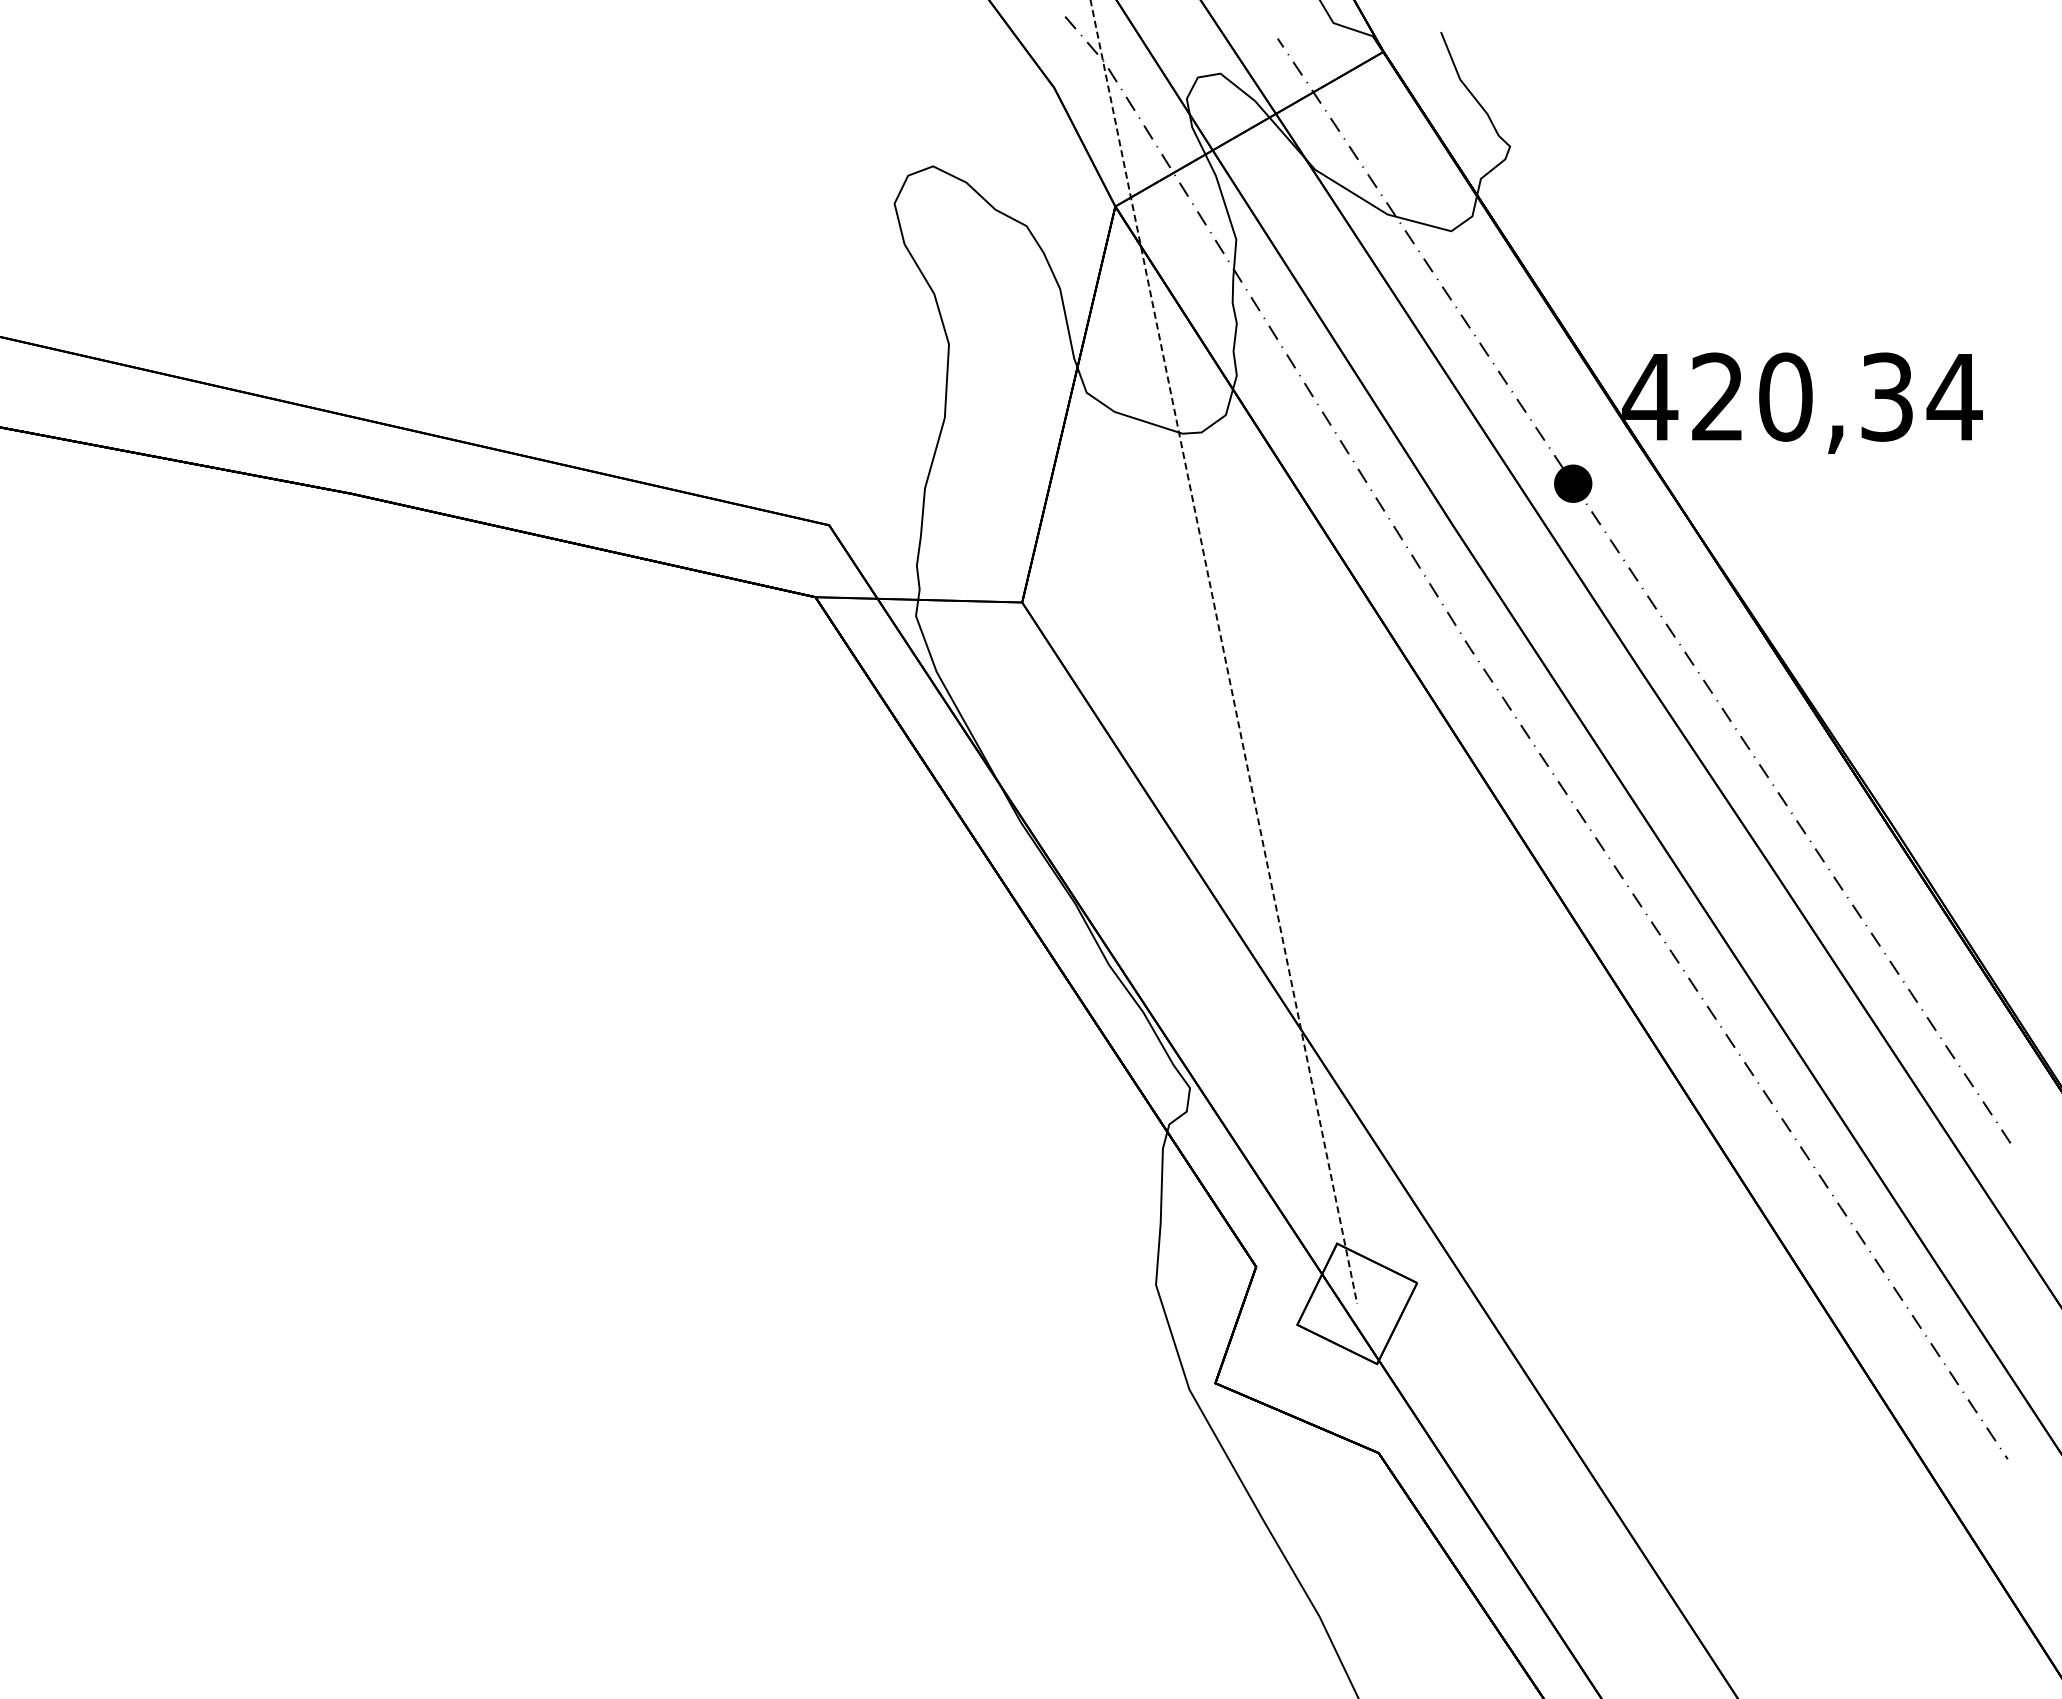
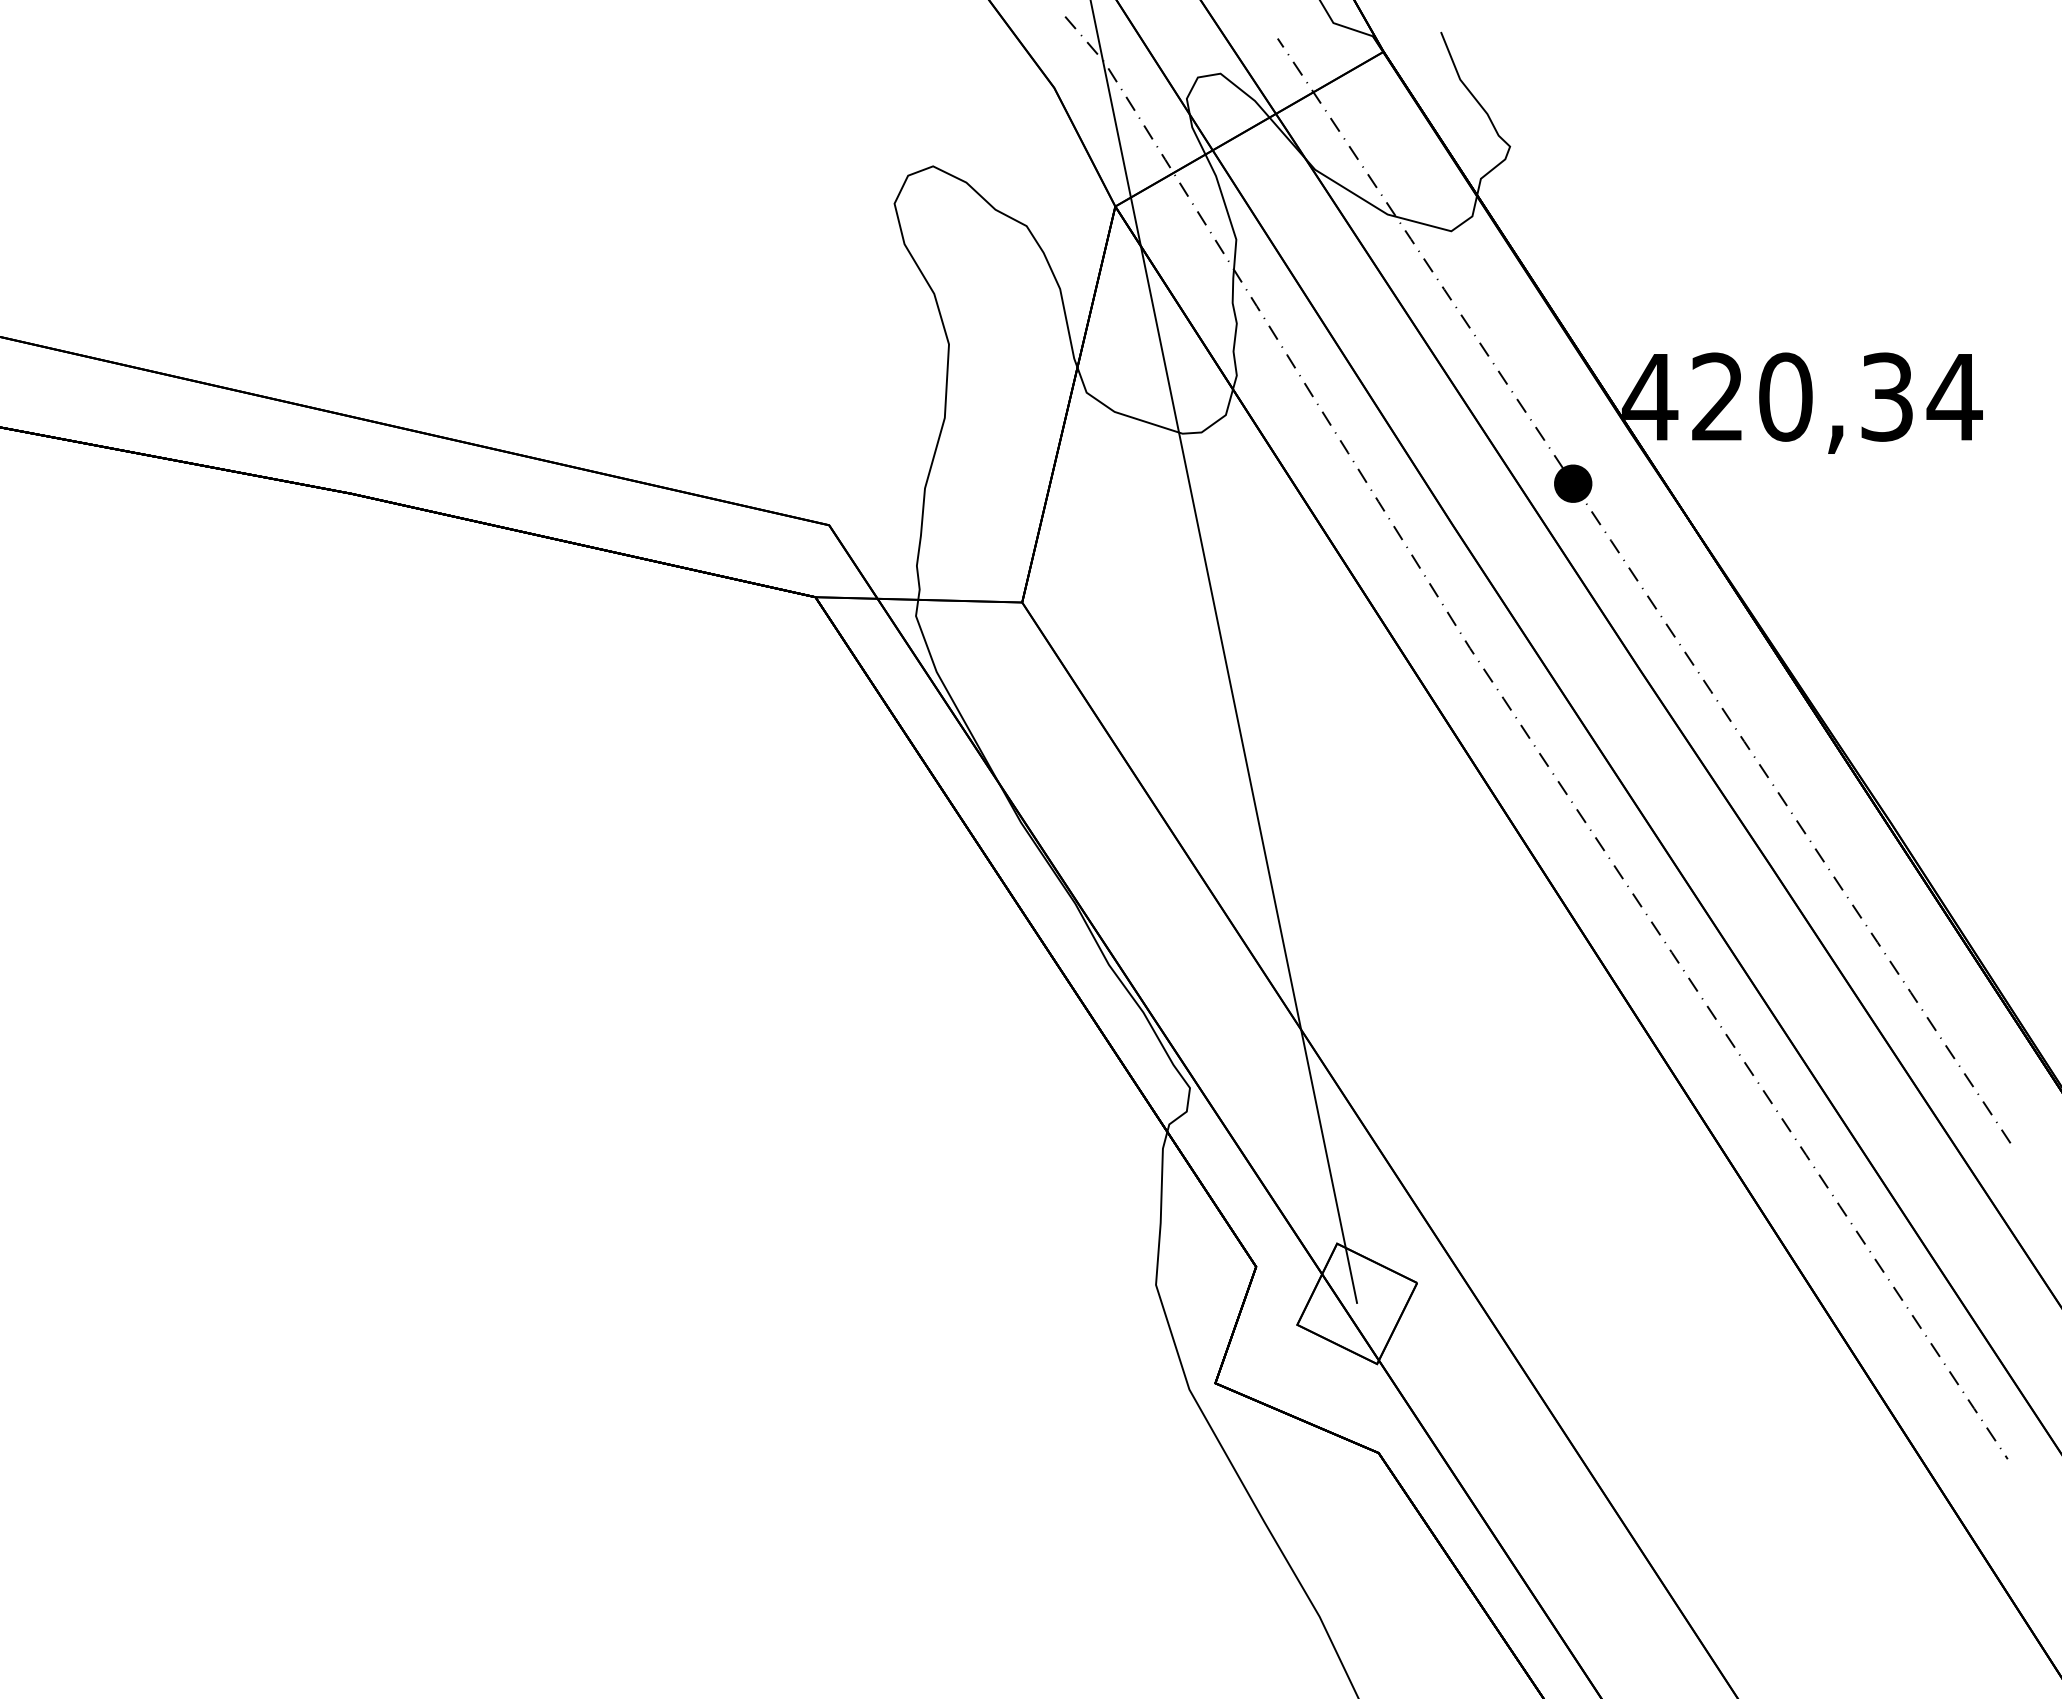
line at (1224, 652): dashed -> solid
